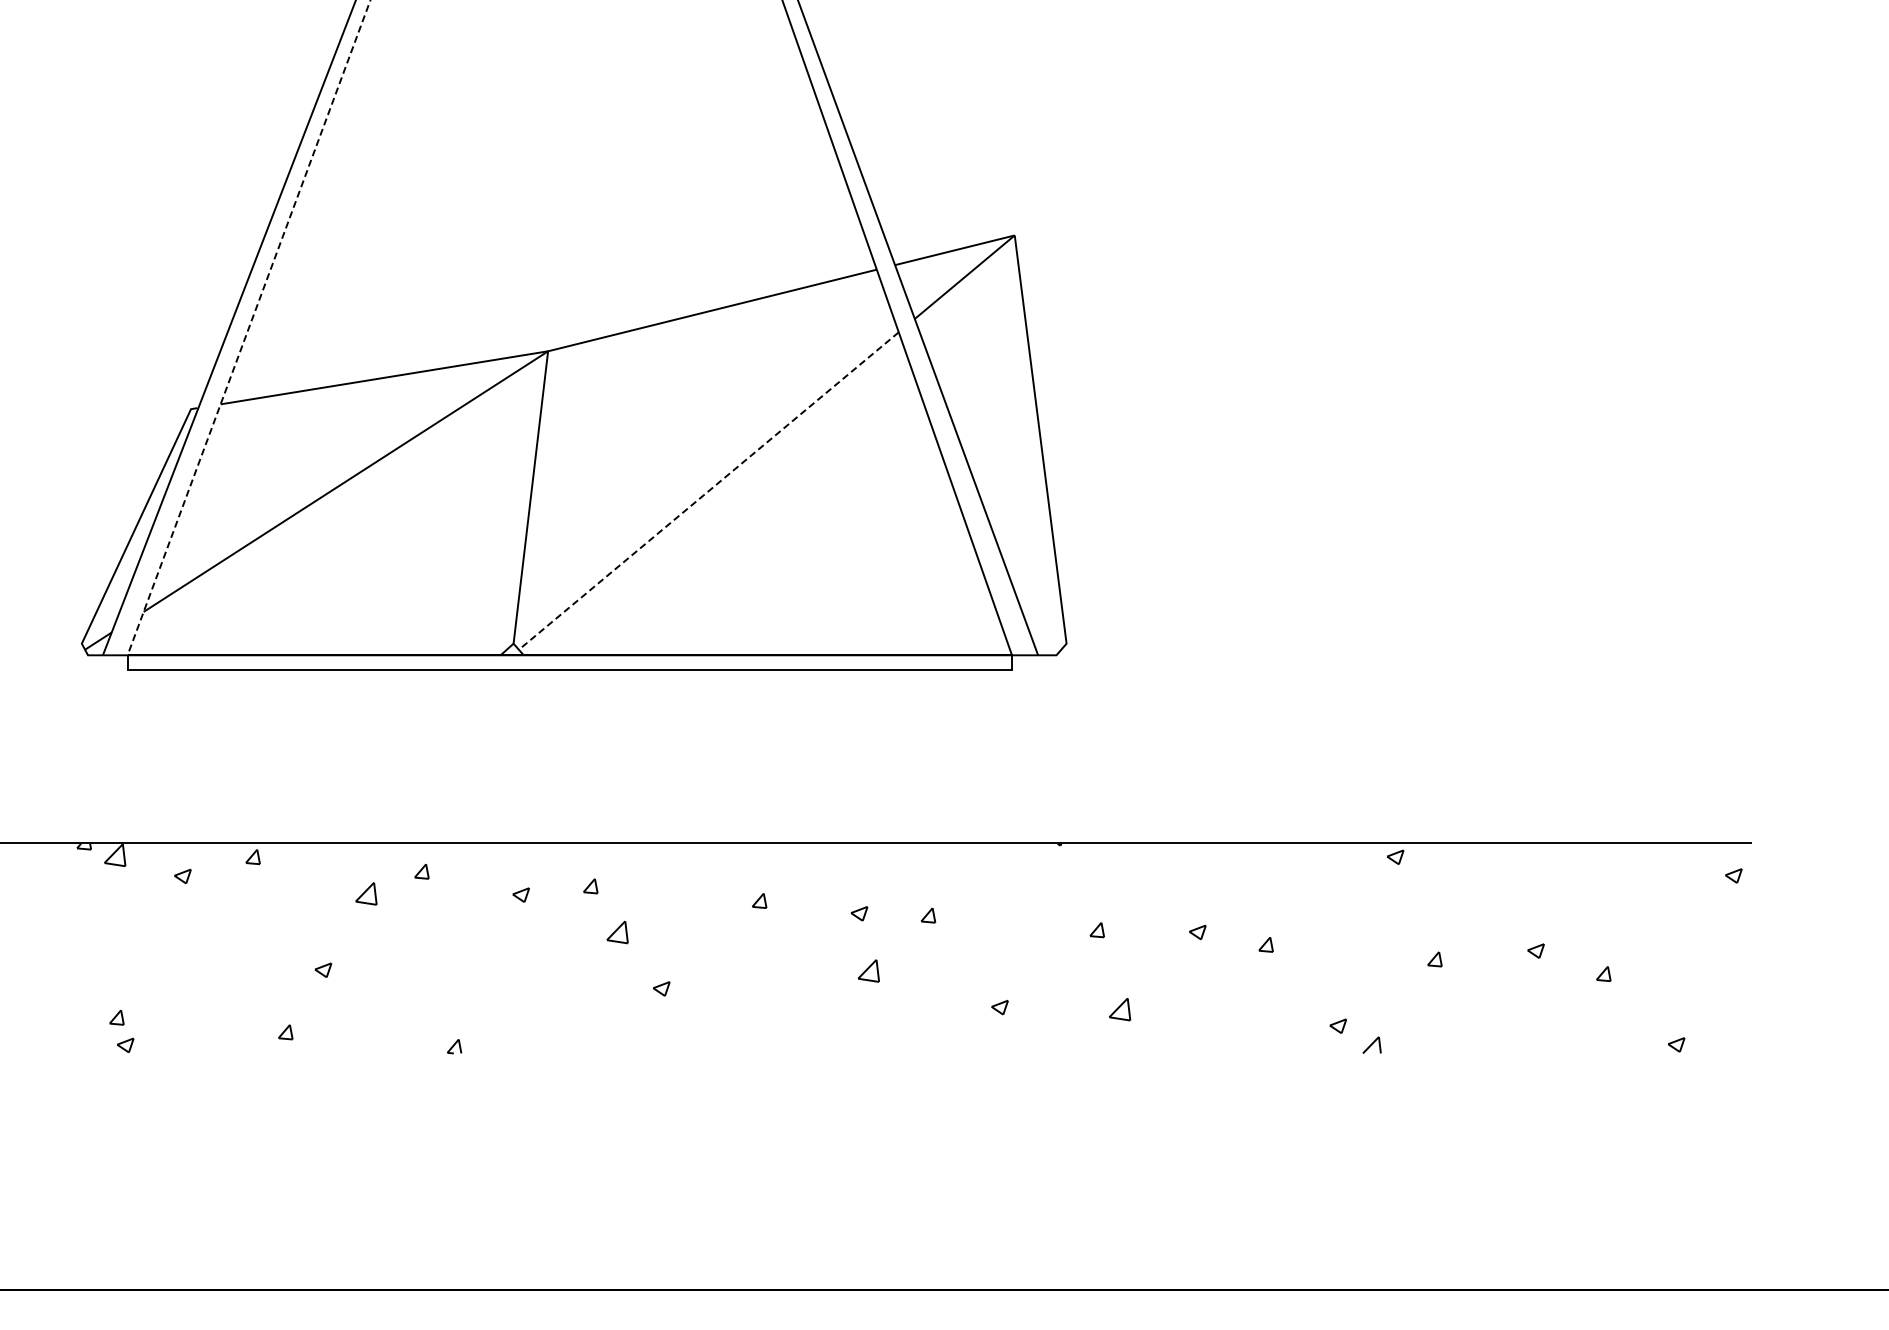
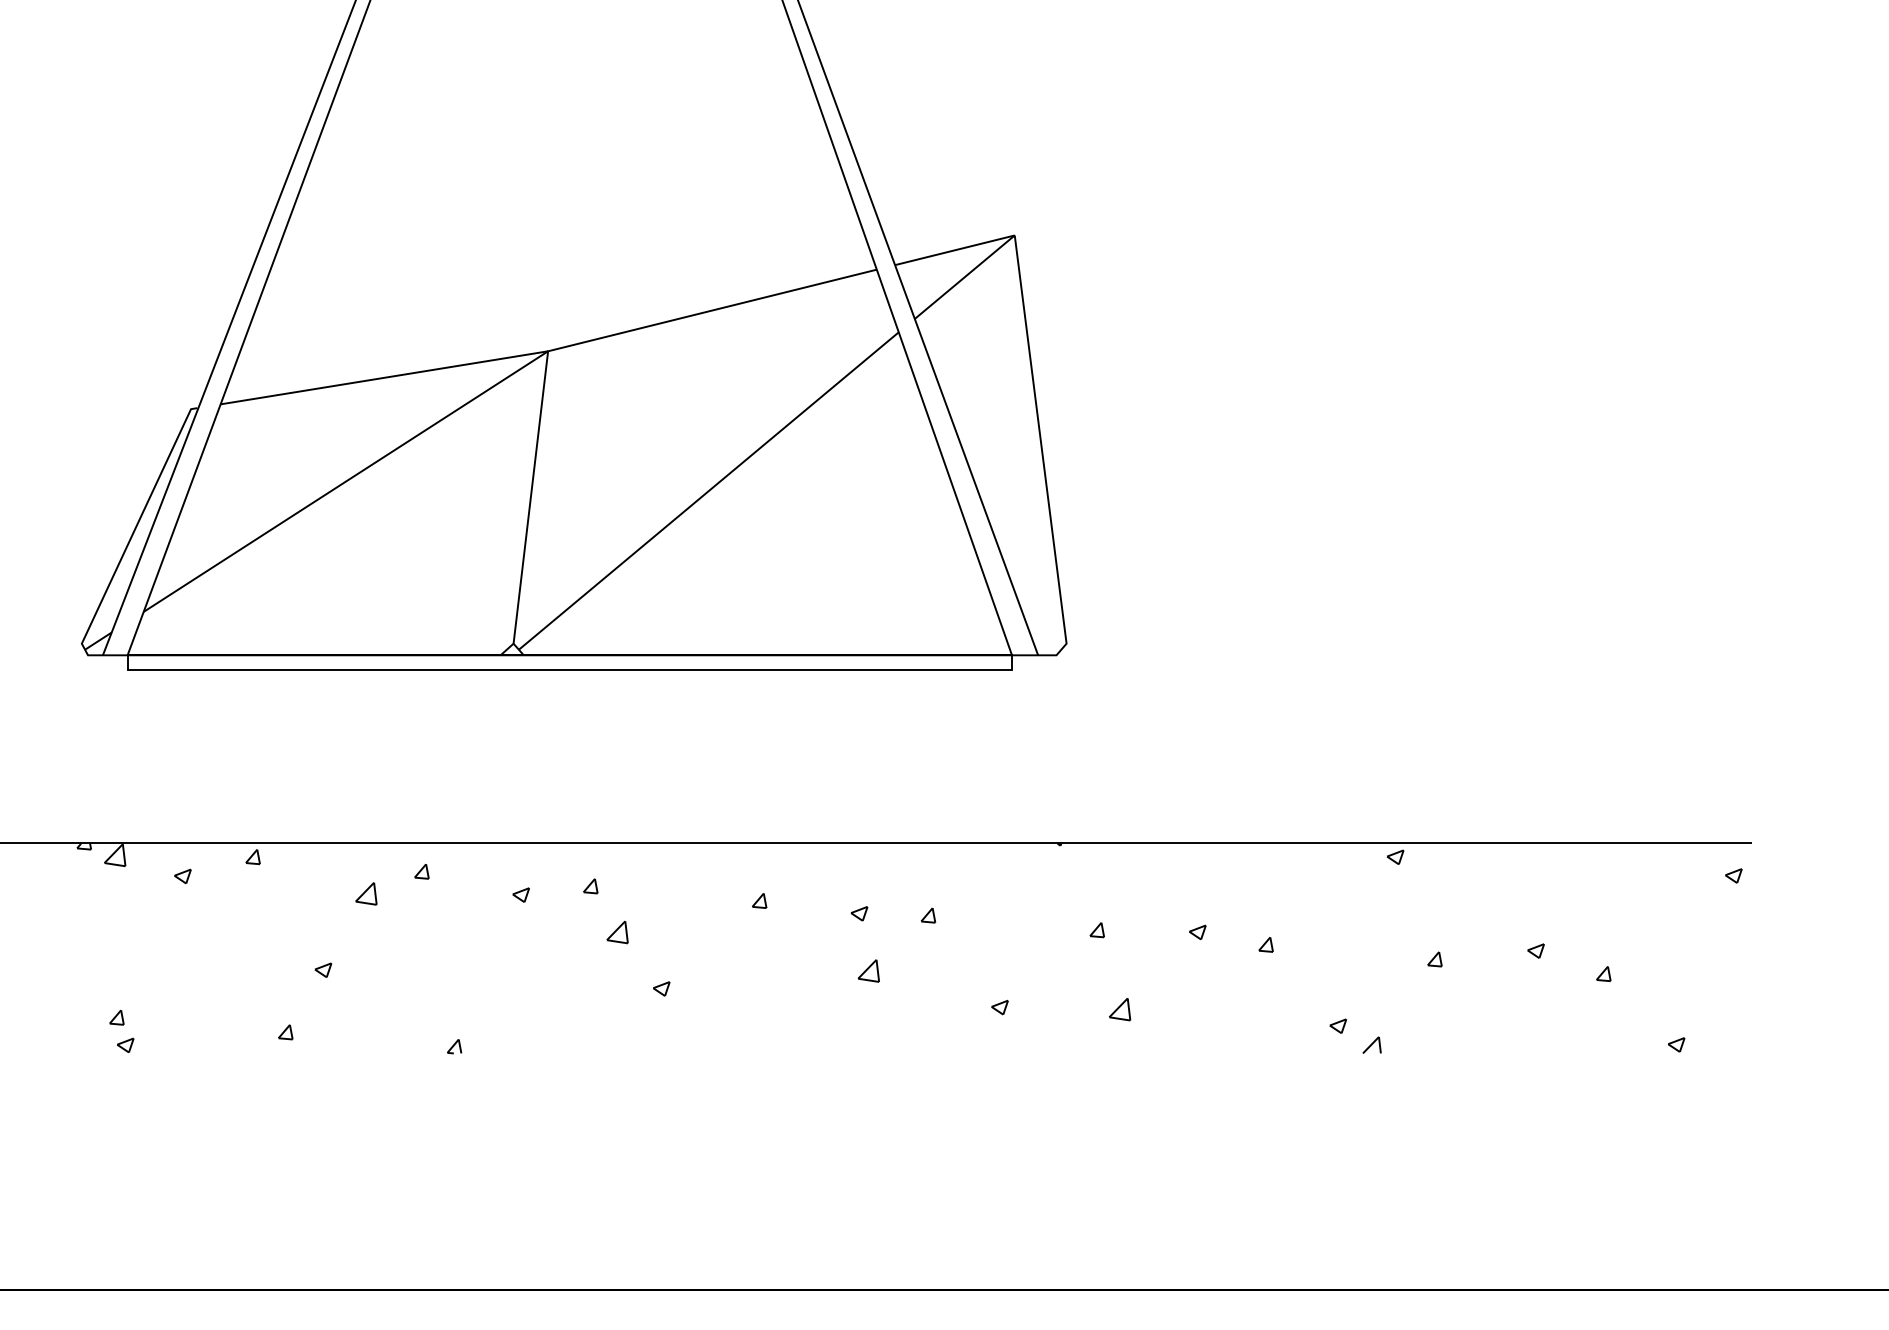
line at (248, 328): dashed -> solid
line at (708, 491): dashed -> solid
